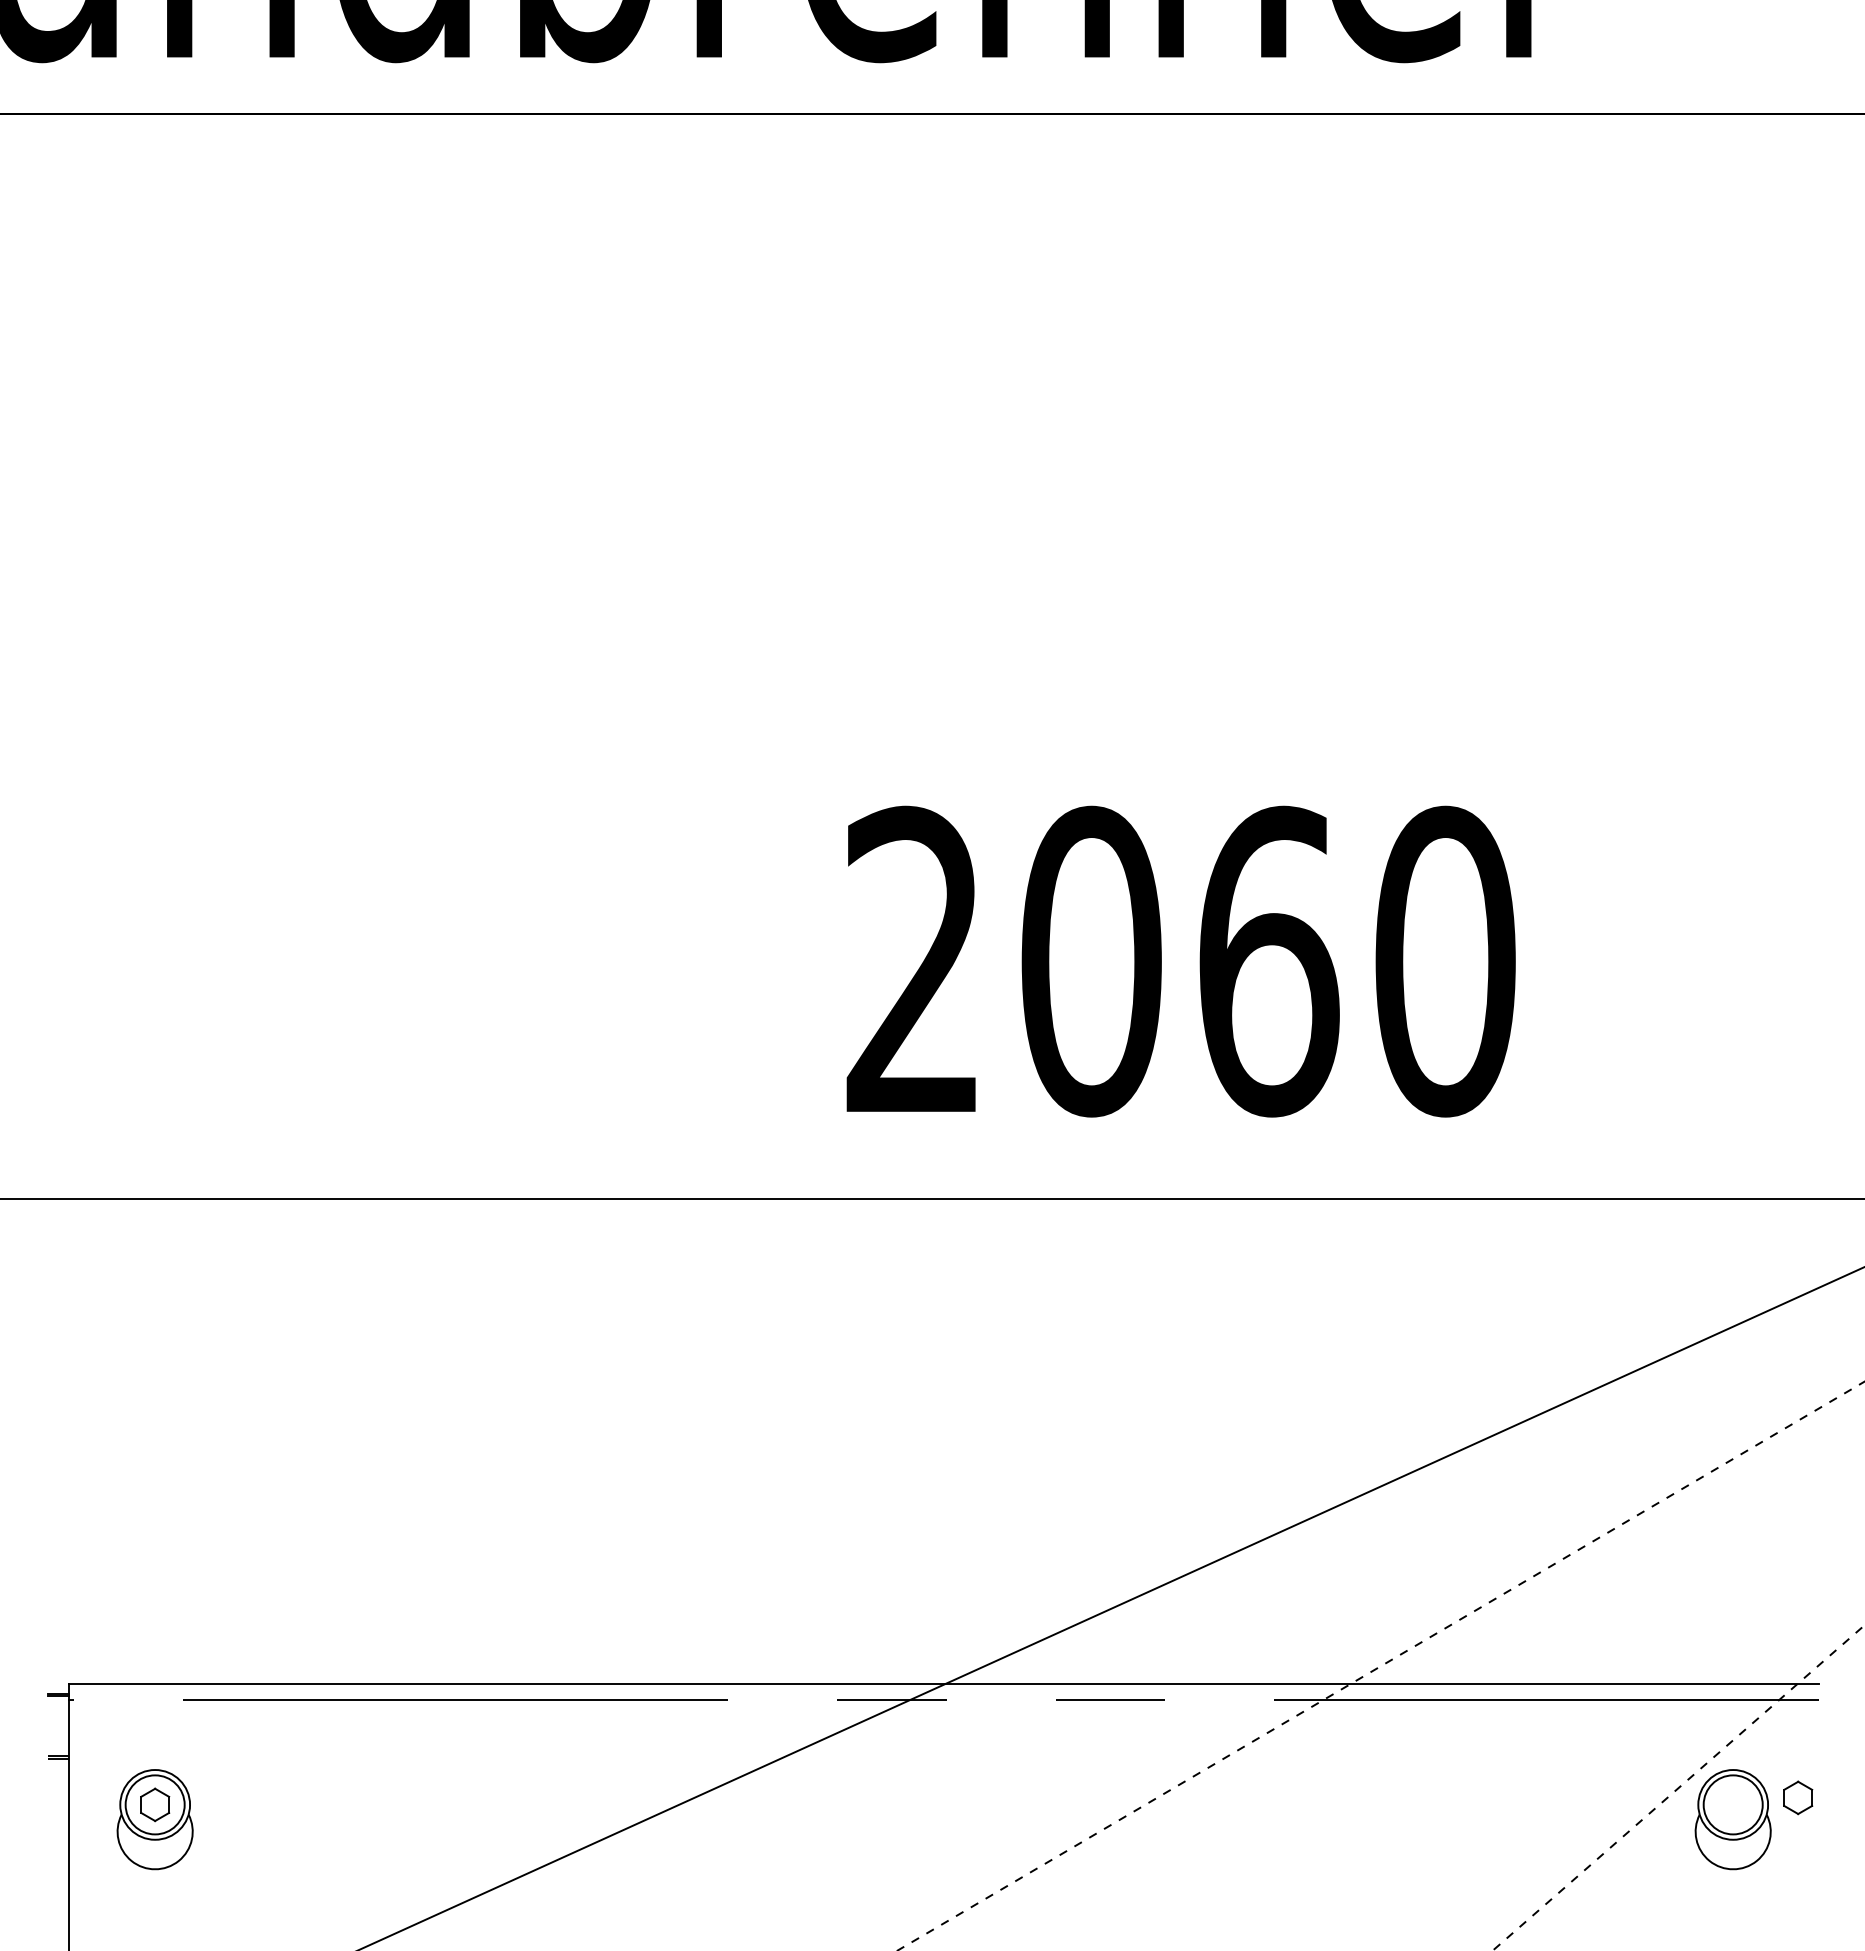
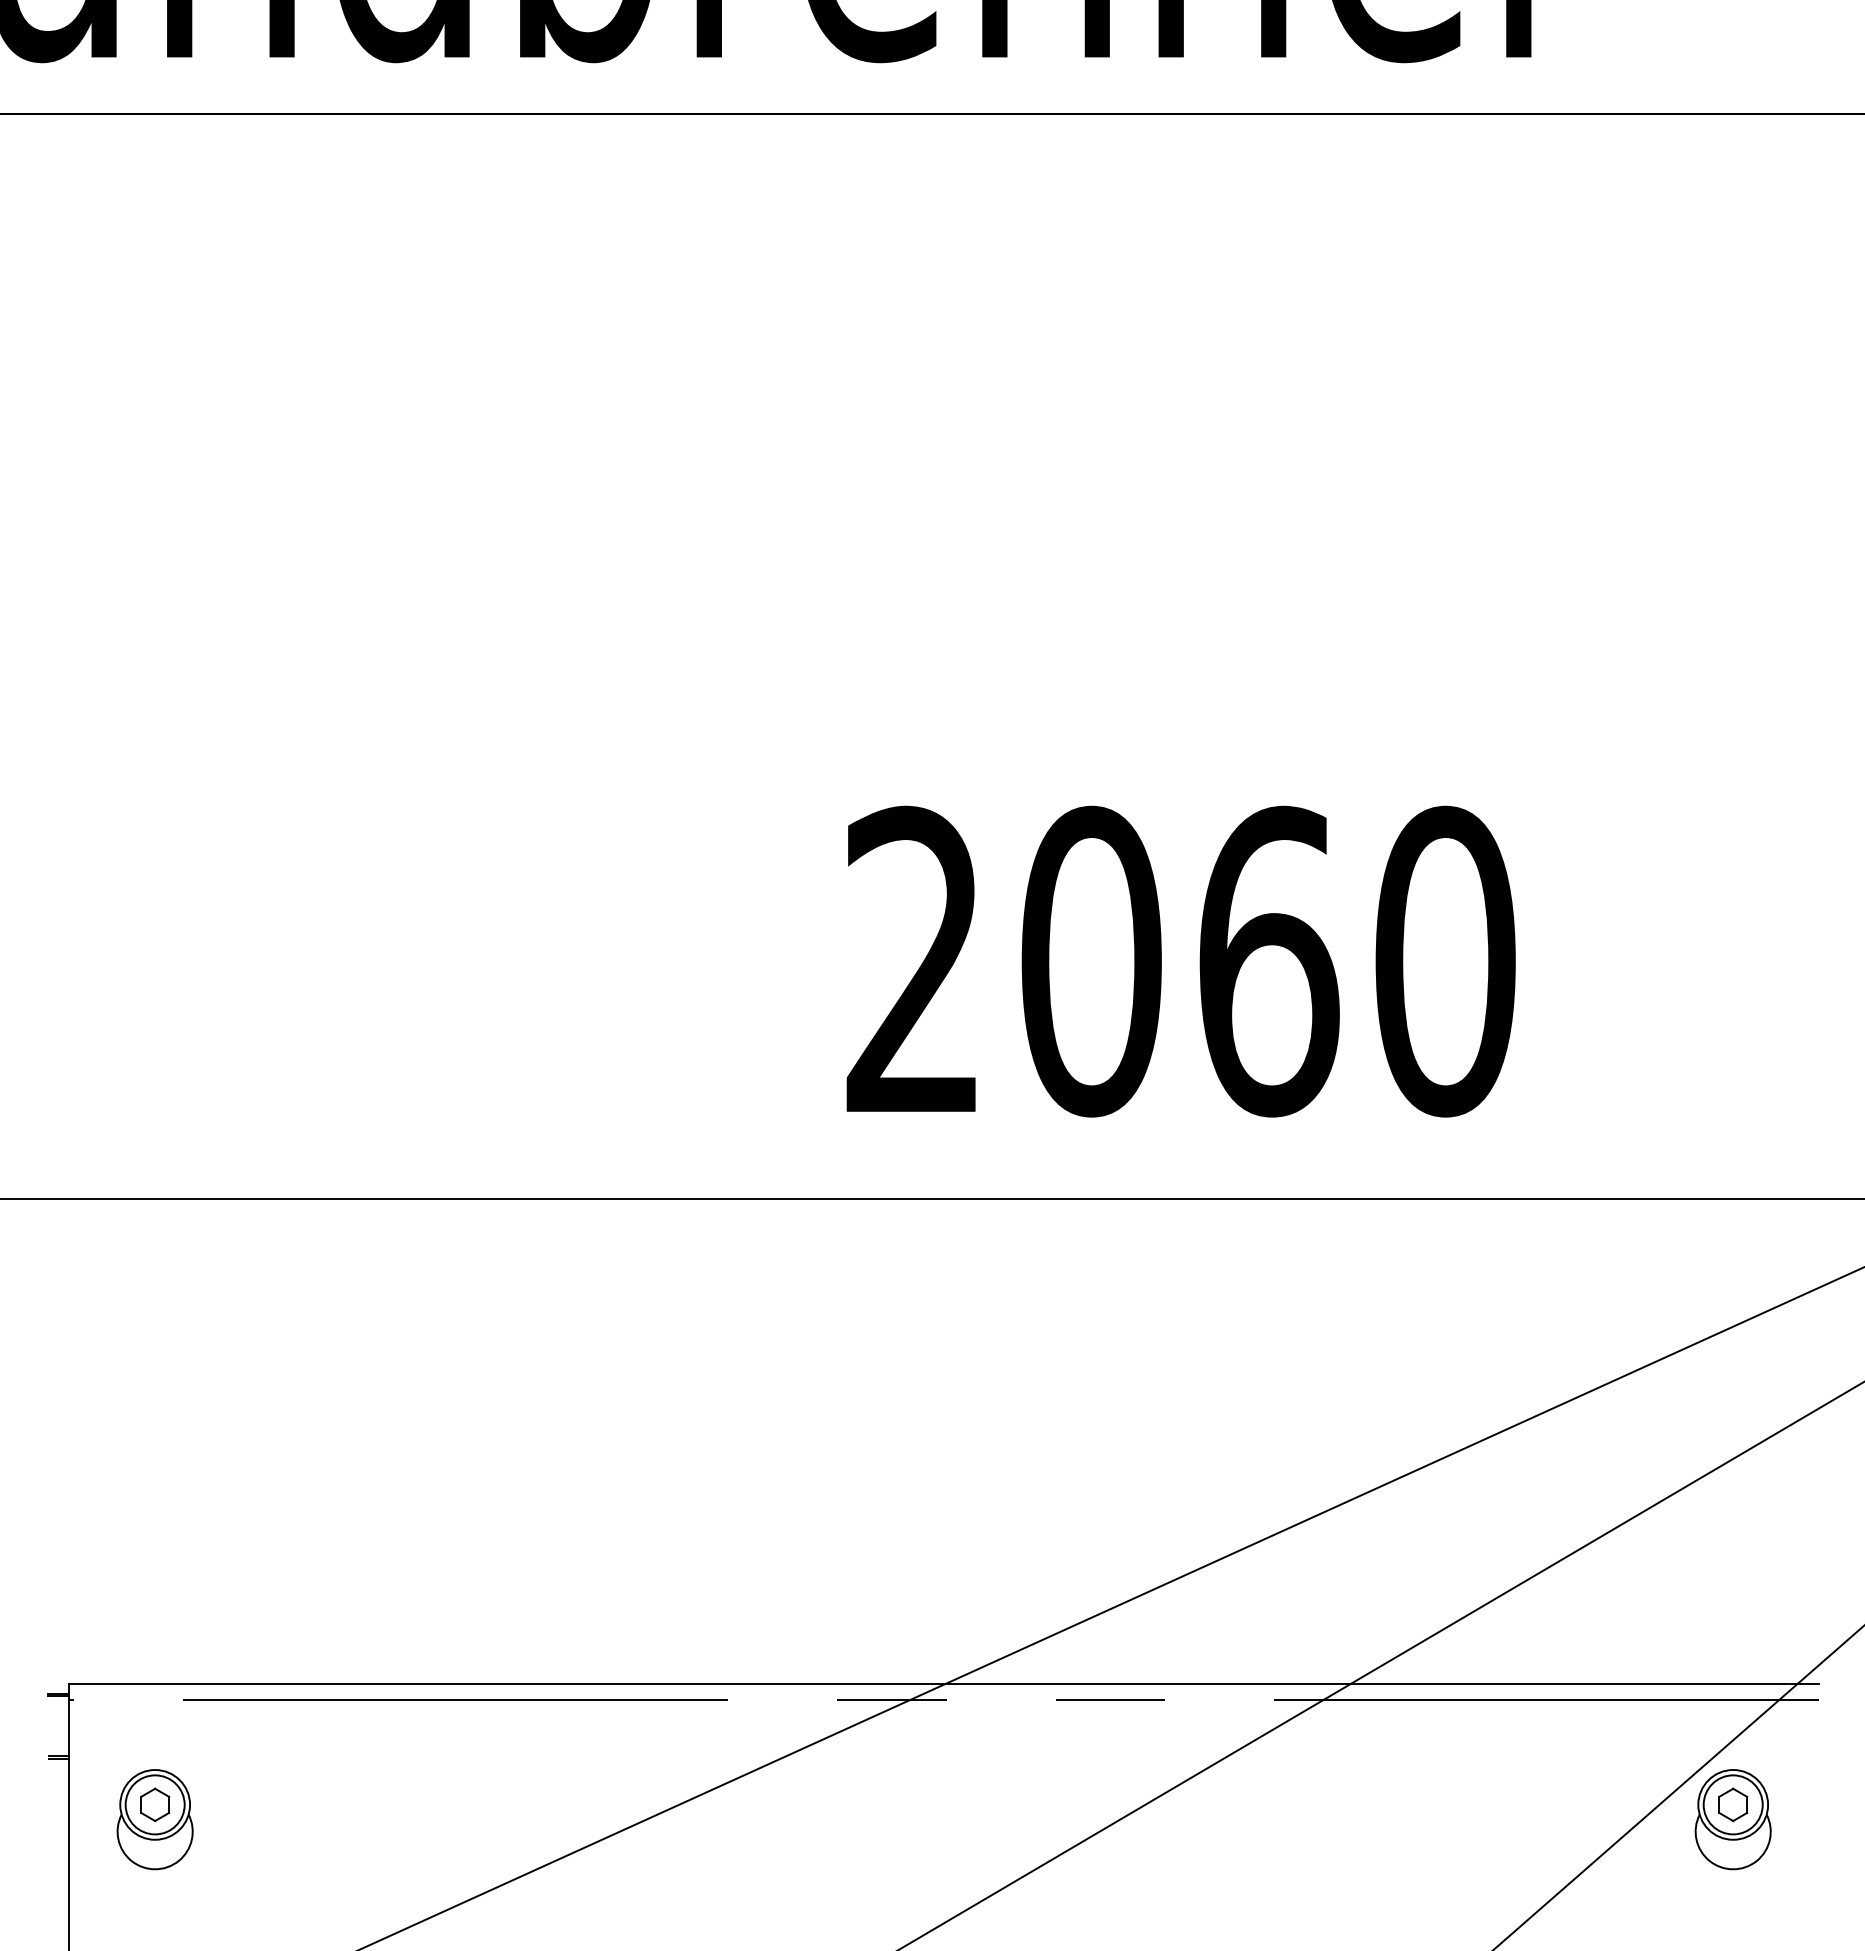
line at (1380, 1666): dashed -> solid
line at (1678, 1788): dashed -> solid
part at (1798, 1797) position: (1798, 1797) -> (1733, 1804)
